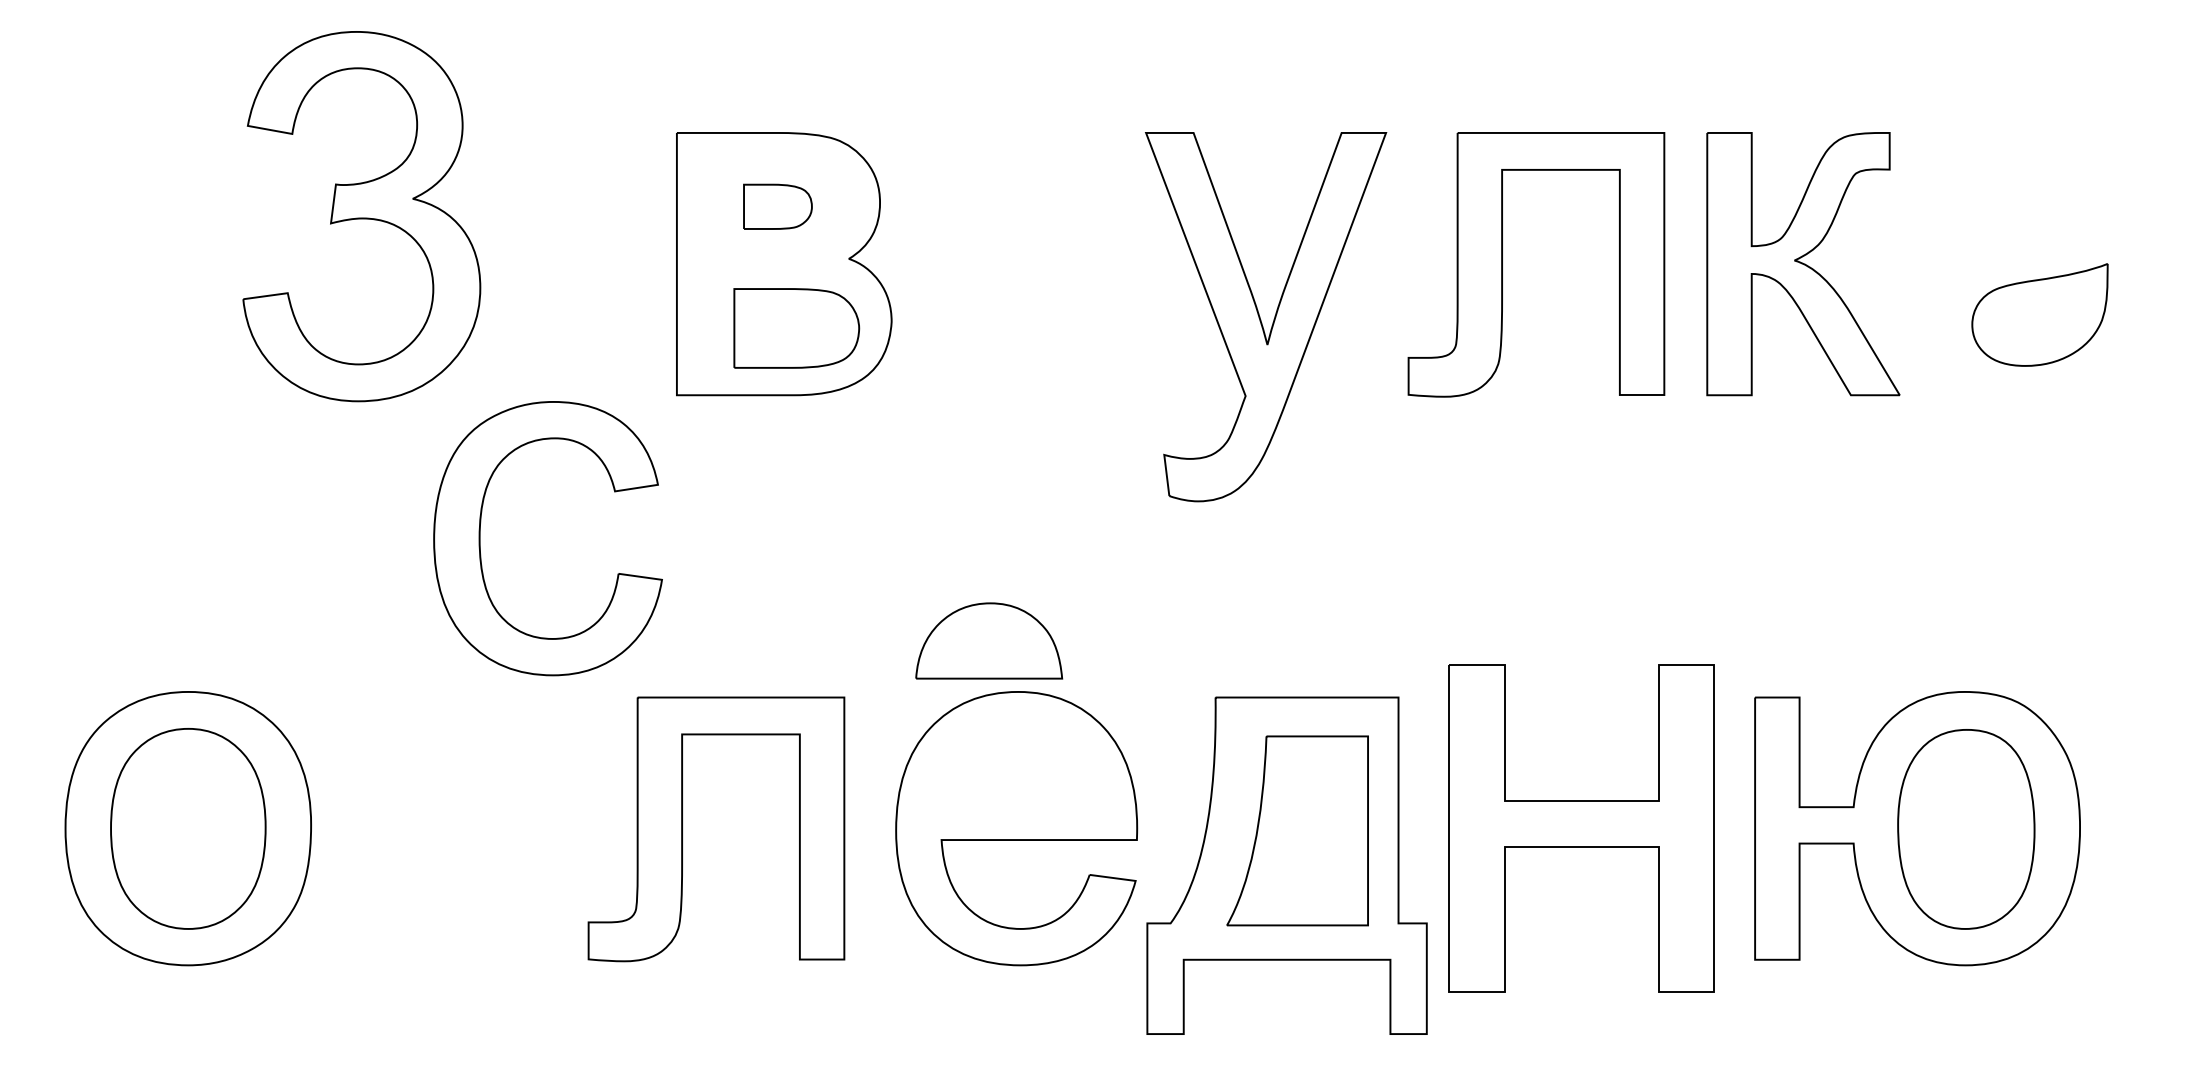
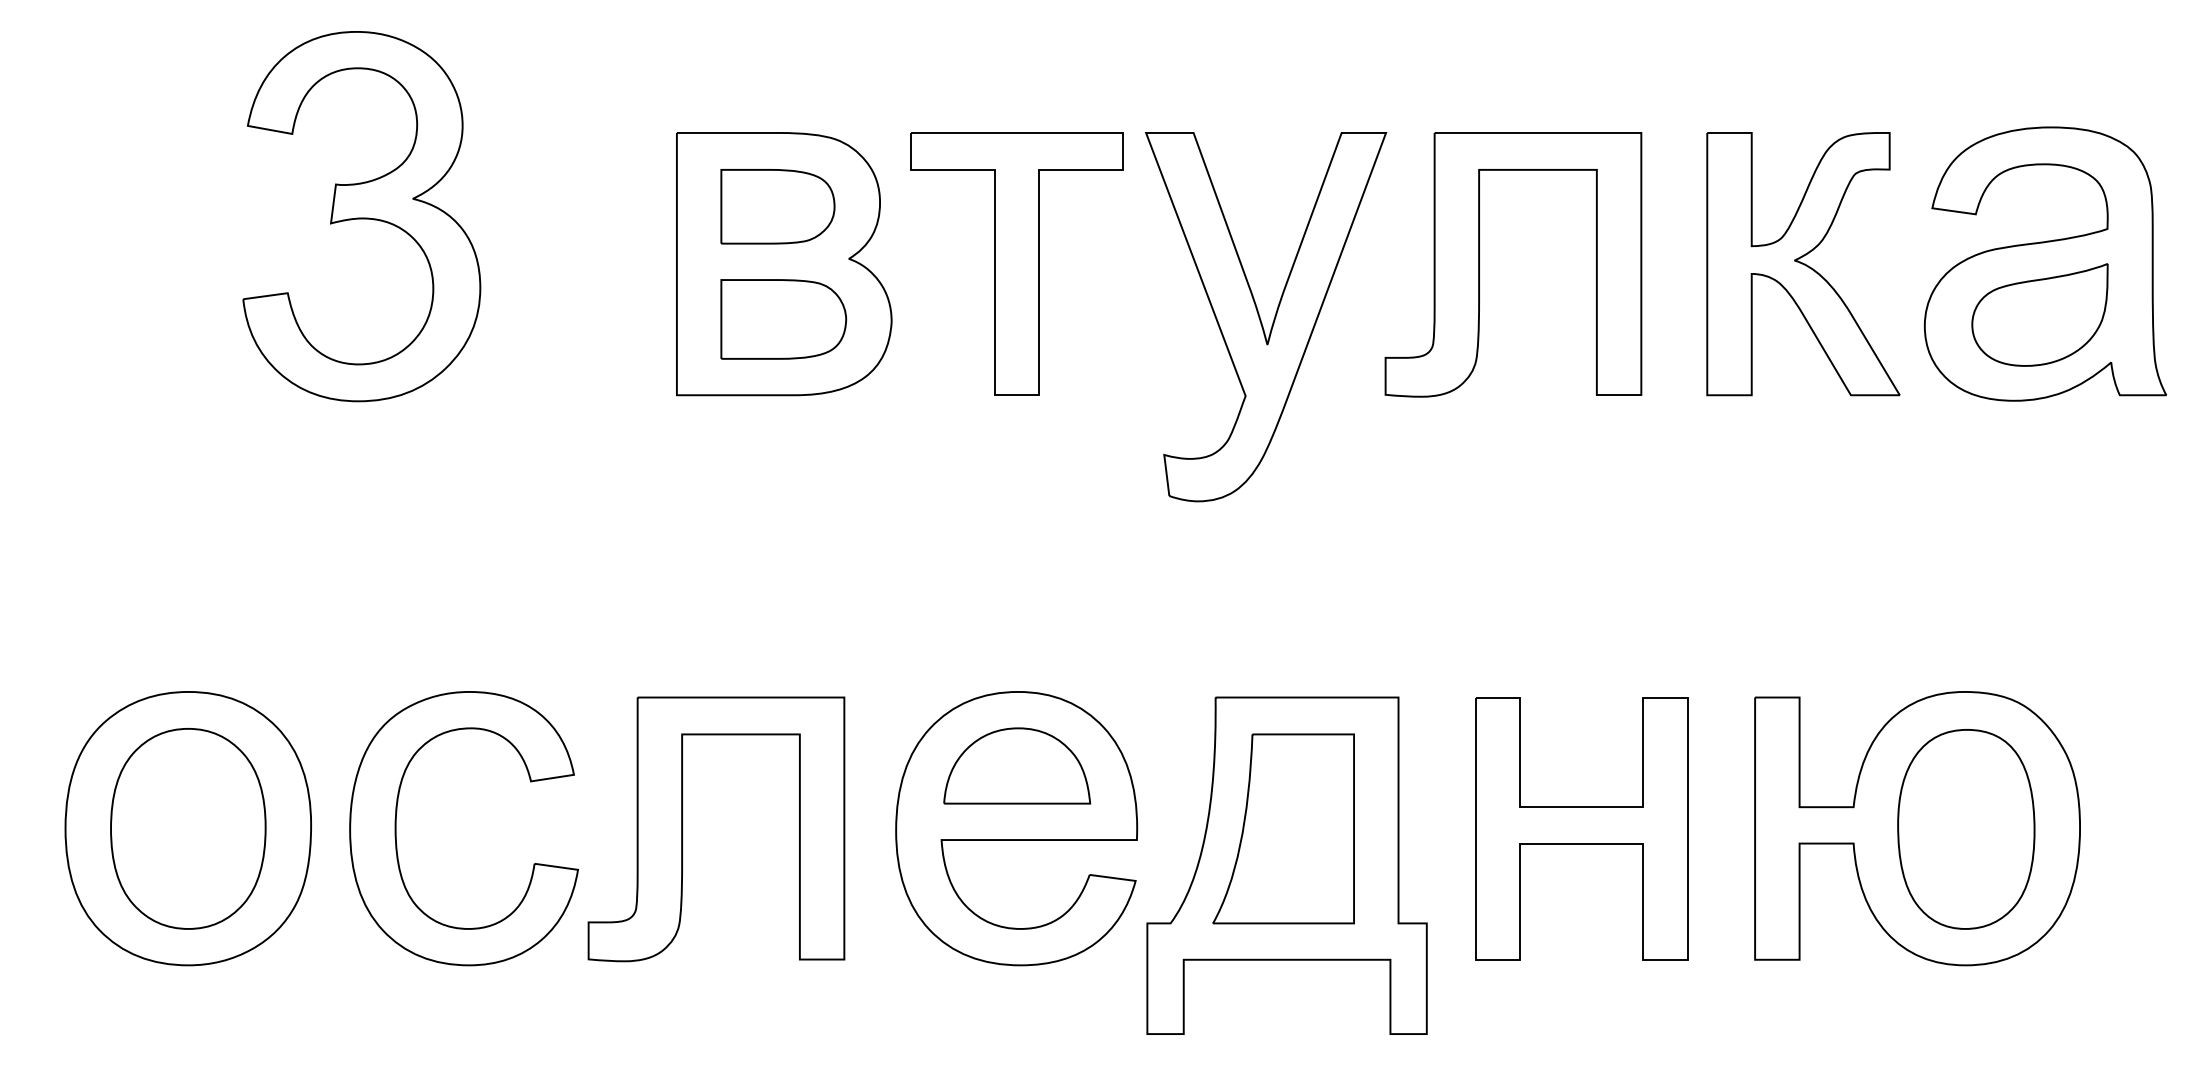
part at (777, 206) size: 70x47 px -> 116x76 px
part at (1016, 263): none -> present
part at (2044, 263): none -> present
part at (1502, 264) position: (1502, 264) -> (1479, 264)
part at (796, 328) position: (796, 328) -> (783, 319)
part at (480, 538) position: (480, 538) -> (396, 828)
part at (989, 640) position: (989, 640) -> (1017, 765)
part at (1581, 828) size: 267x329 px -> 214x264 px
part at (1297, 830) position: (1297, 830) -> (1283, 828)
